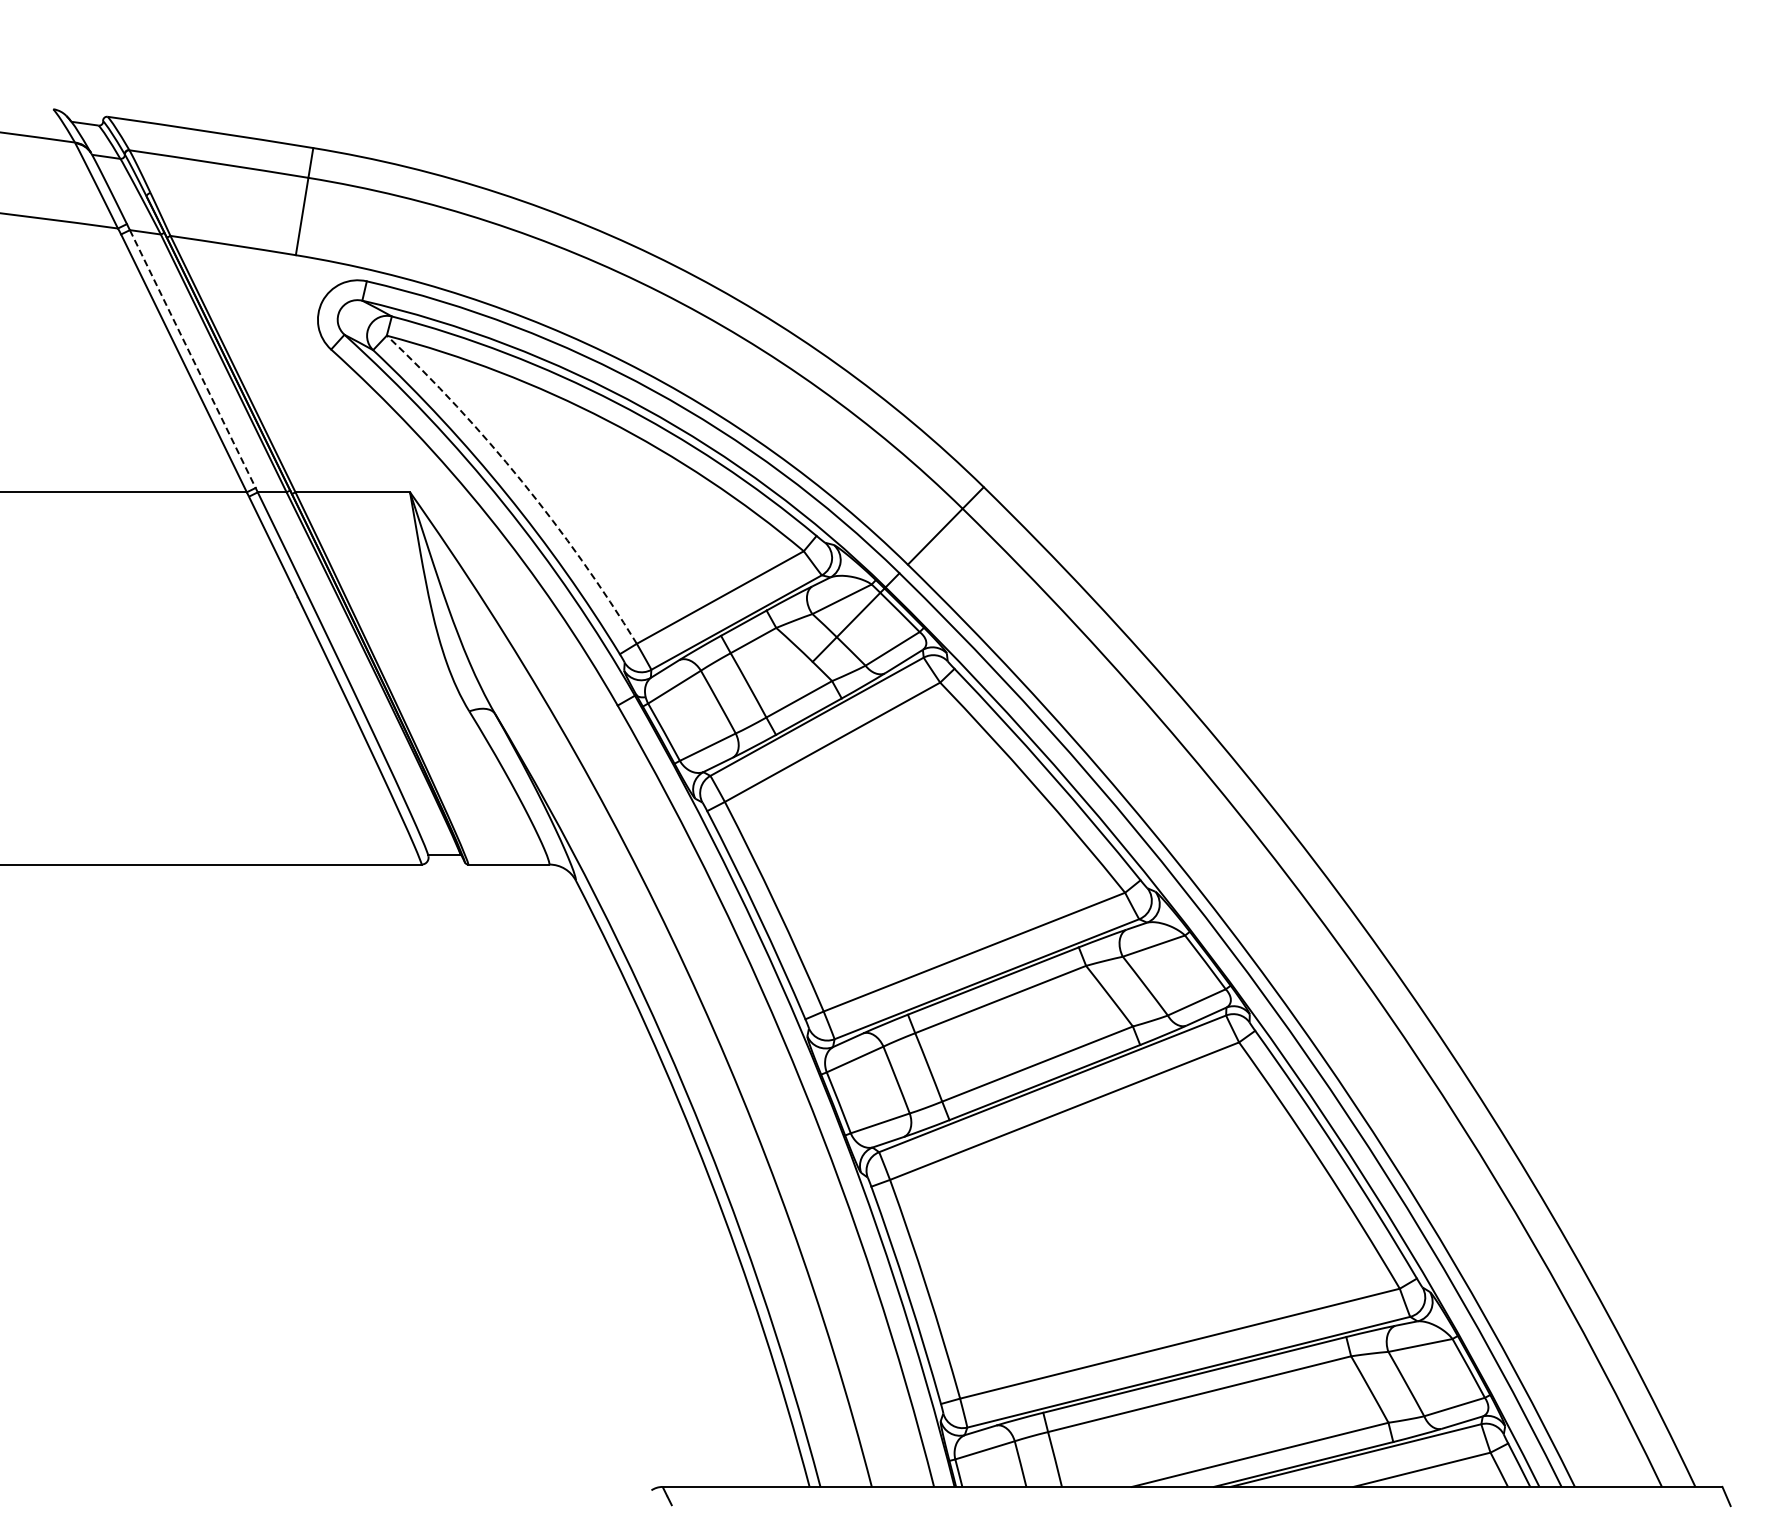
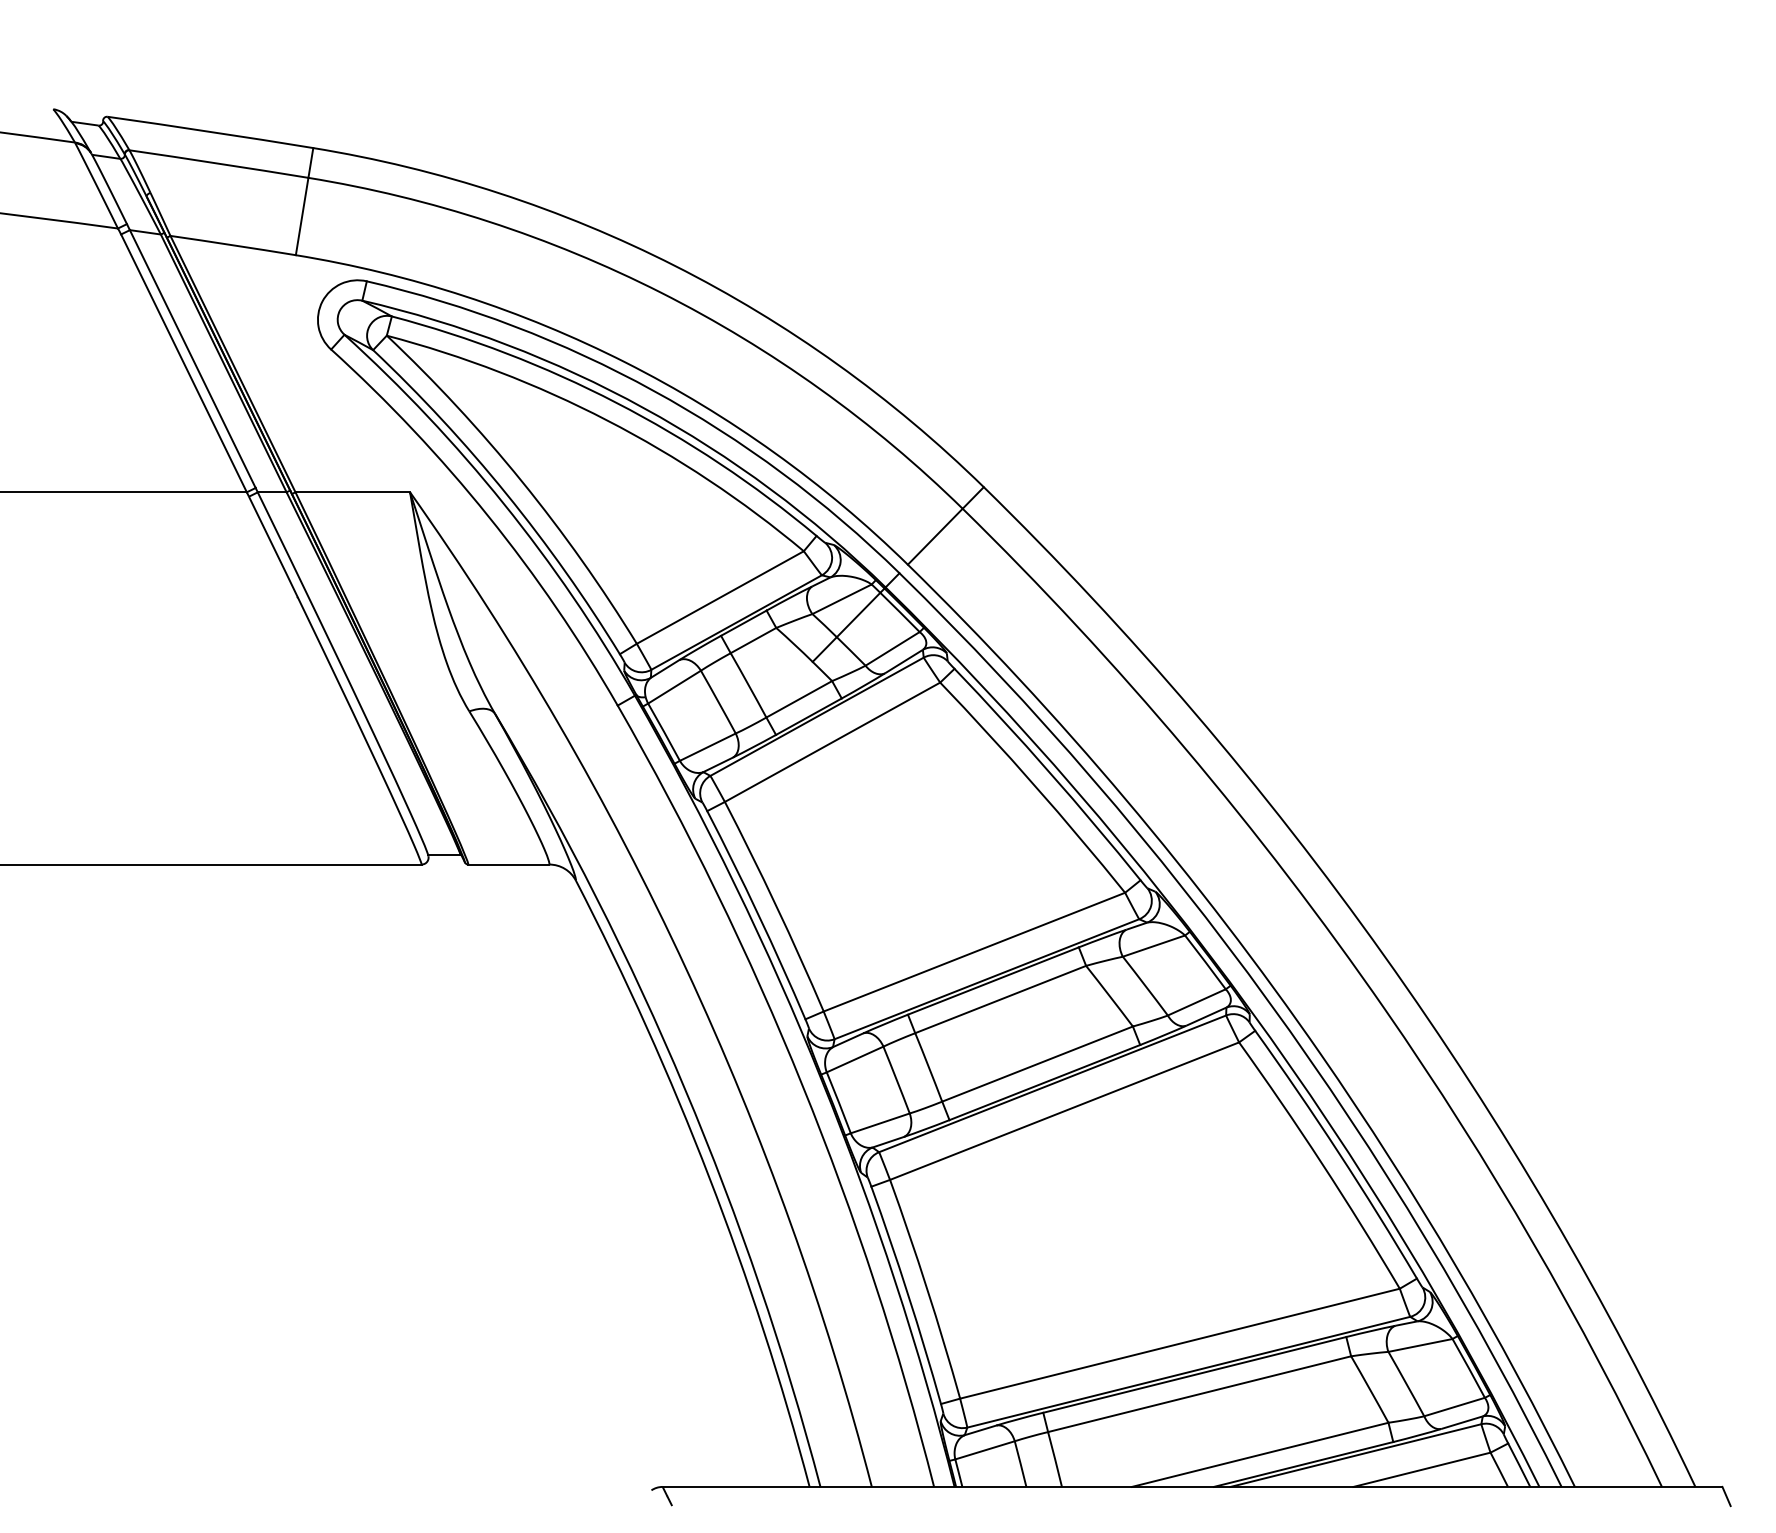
line at (193, 359): dashed -> solid
arc at (522, 481): dashed -> solid
